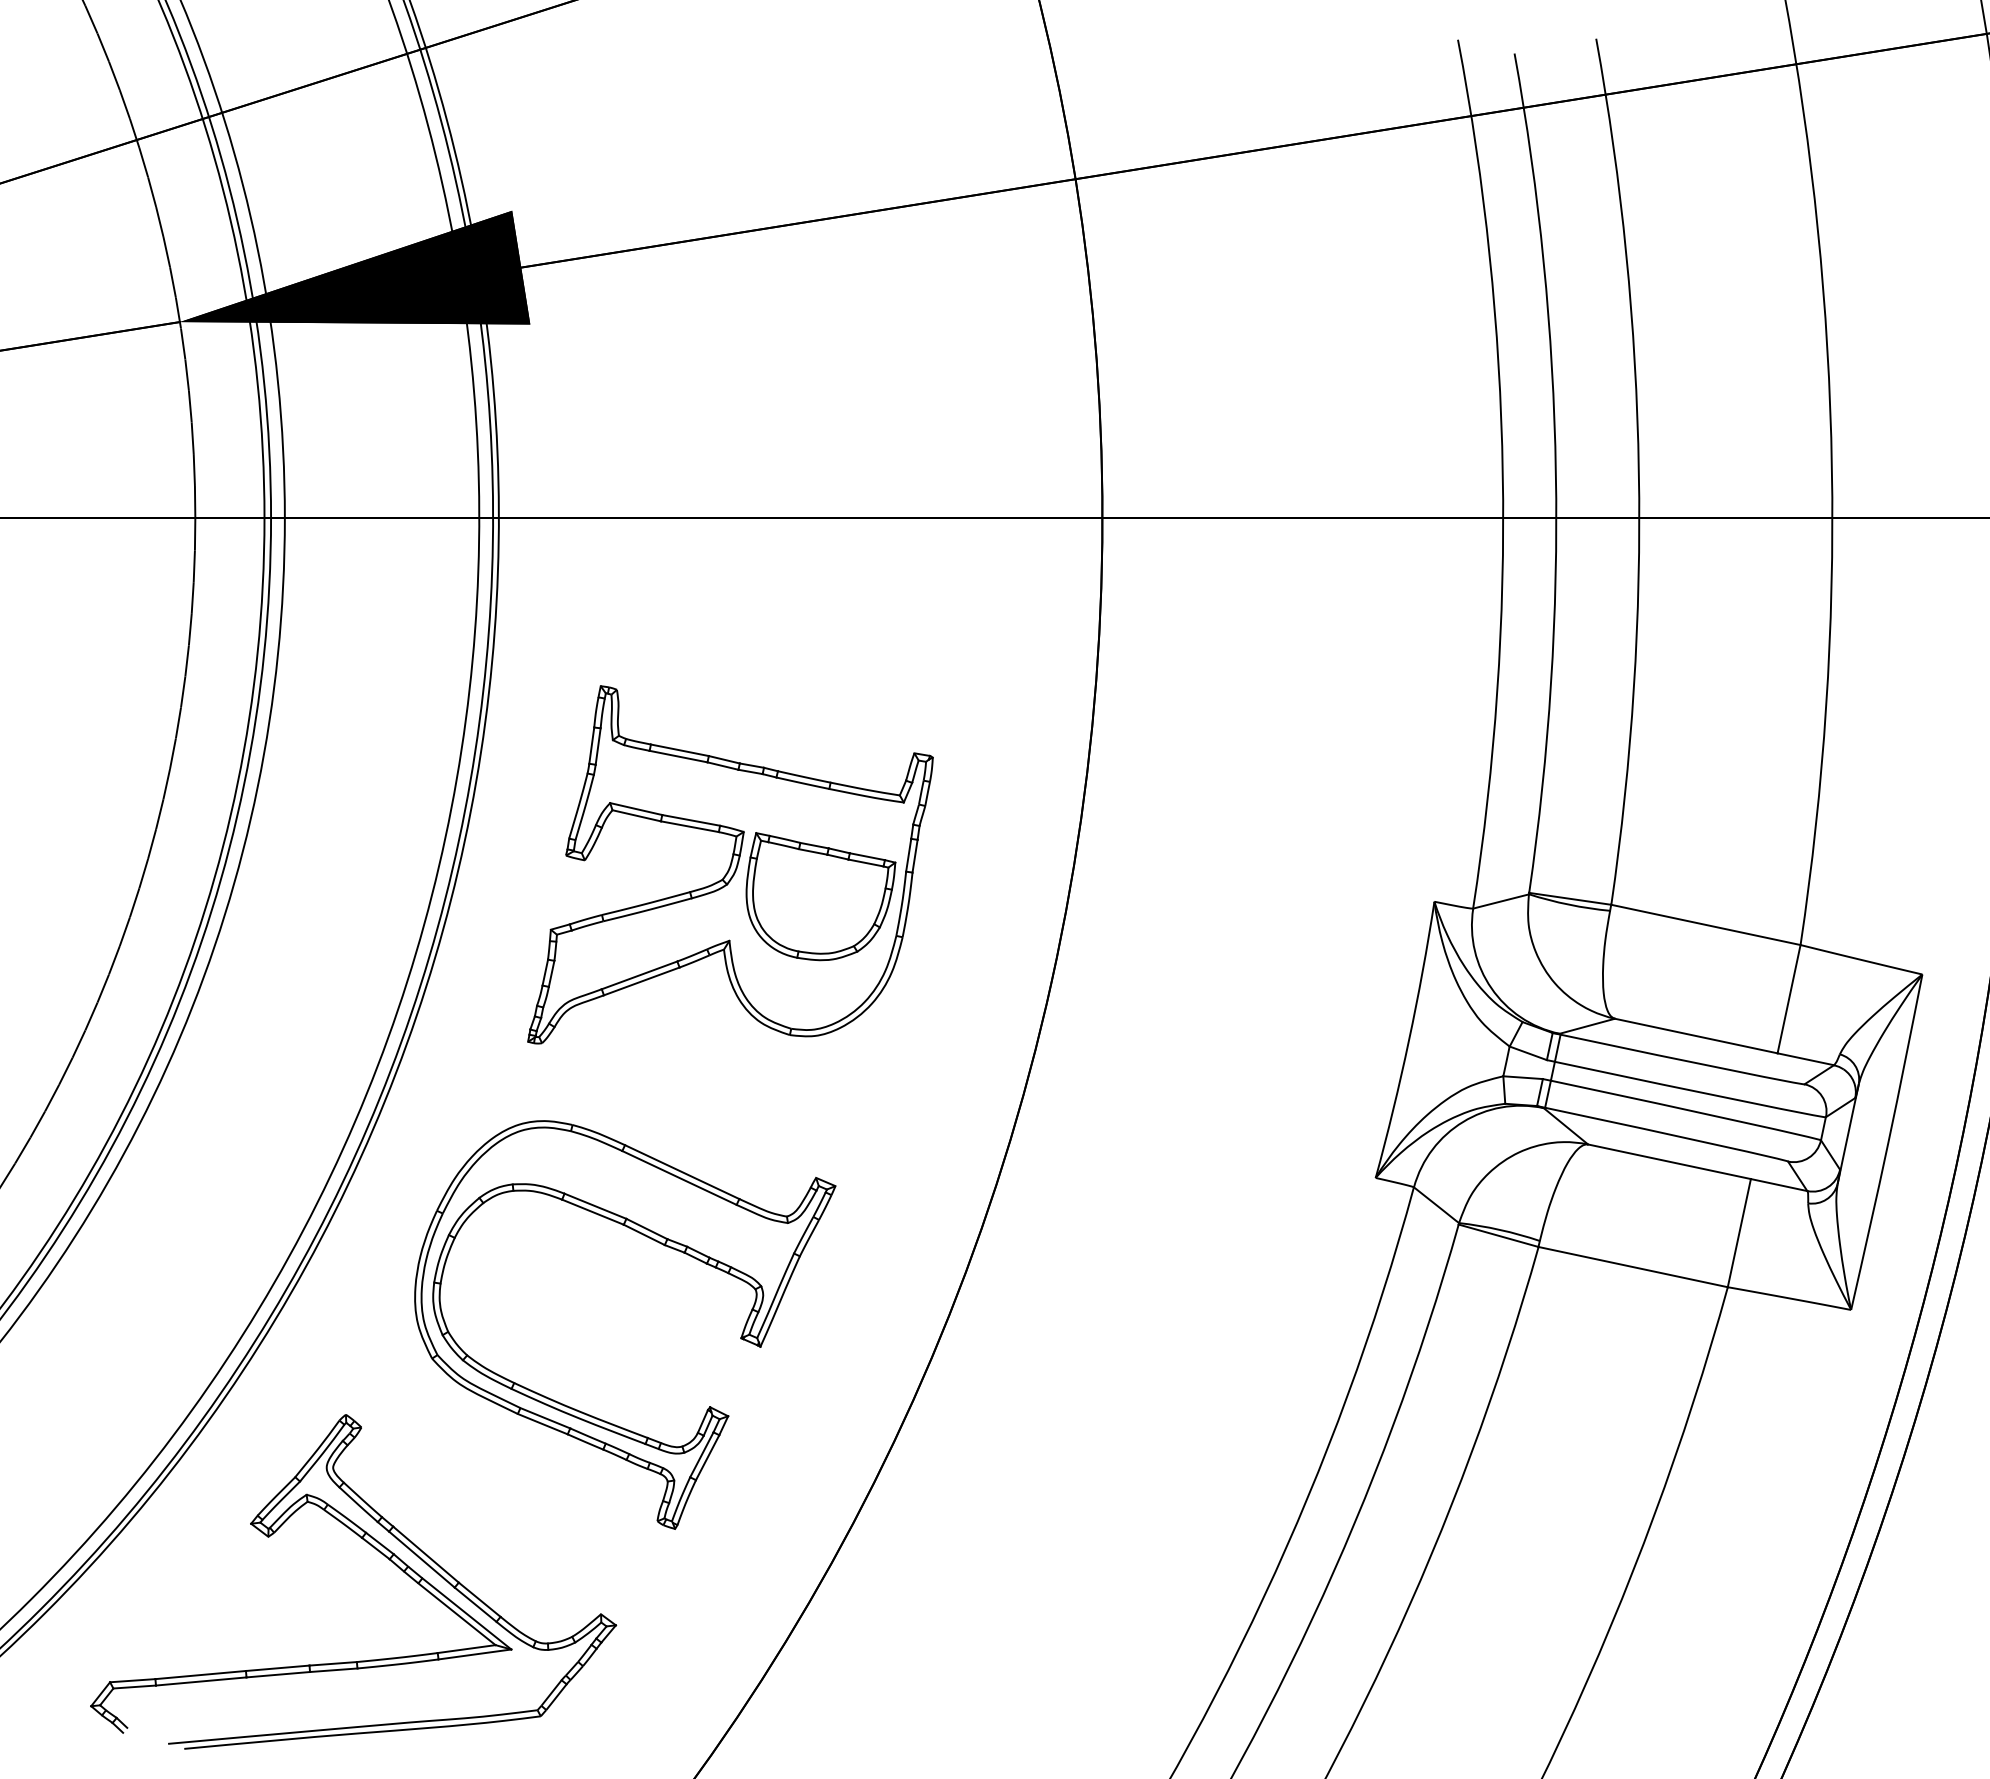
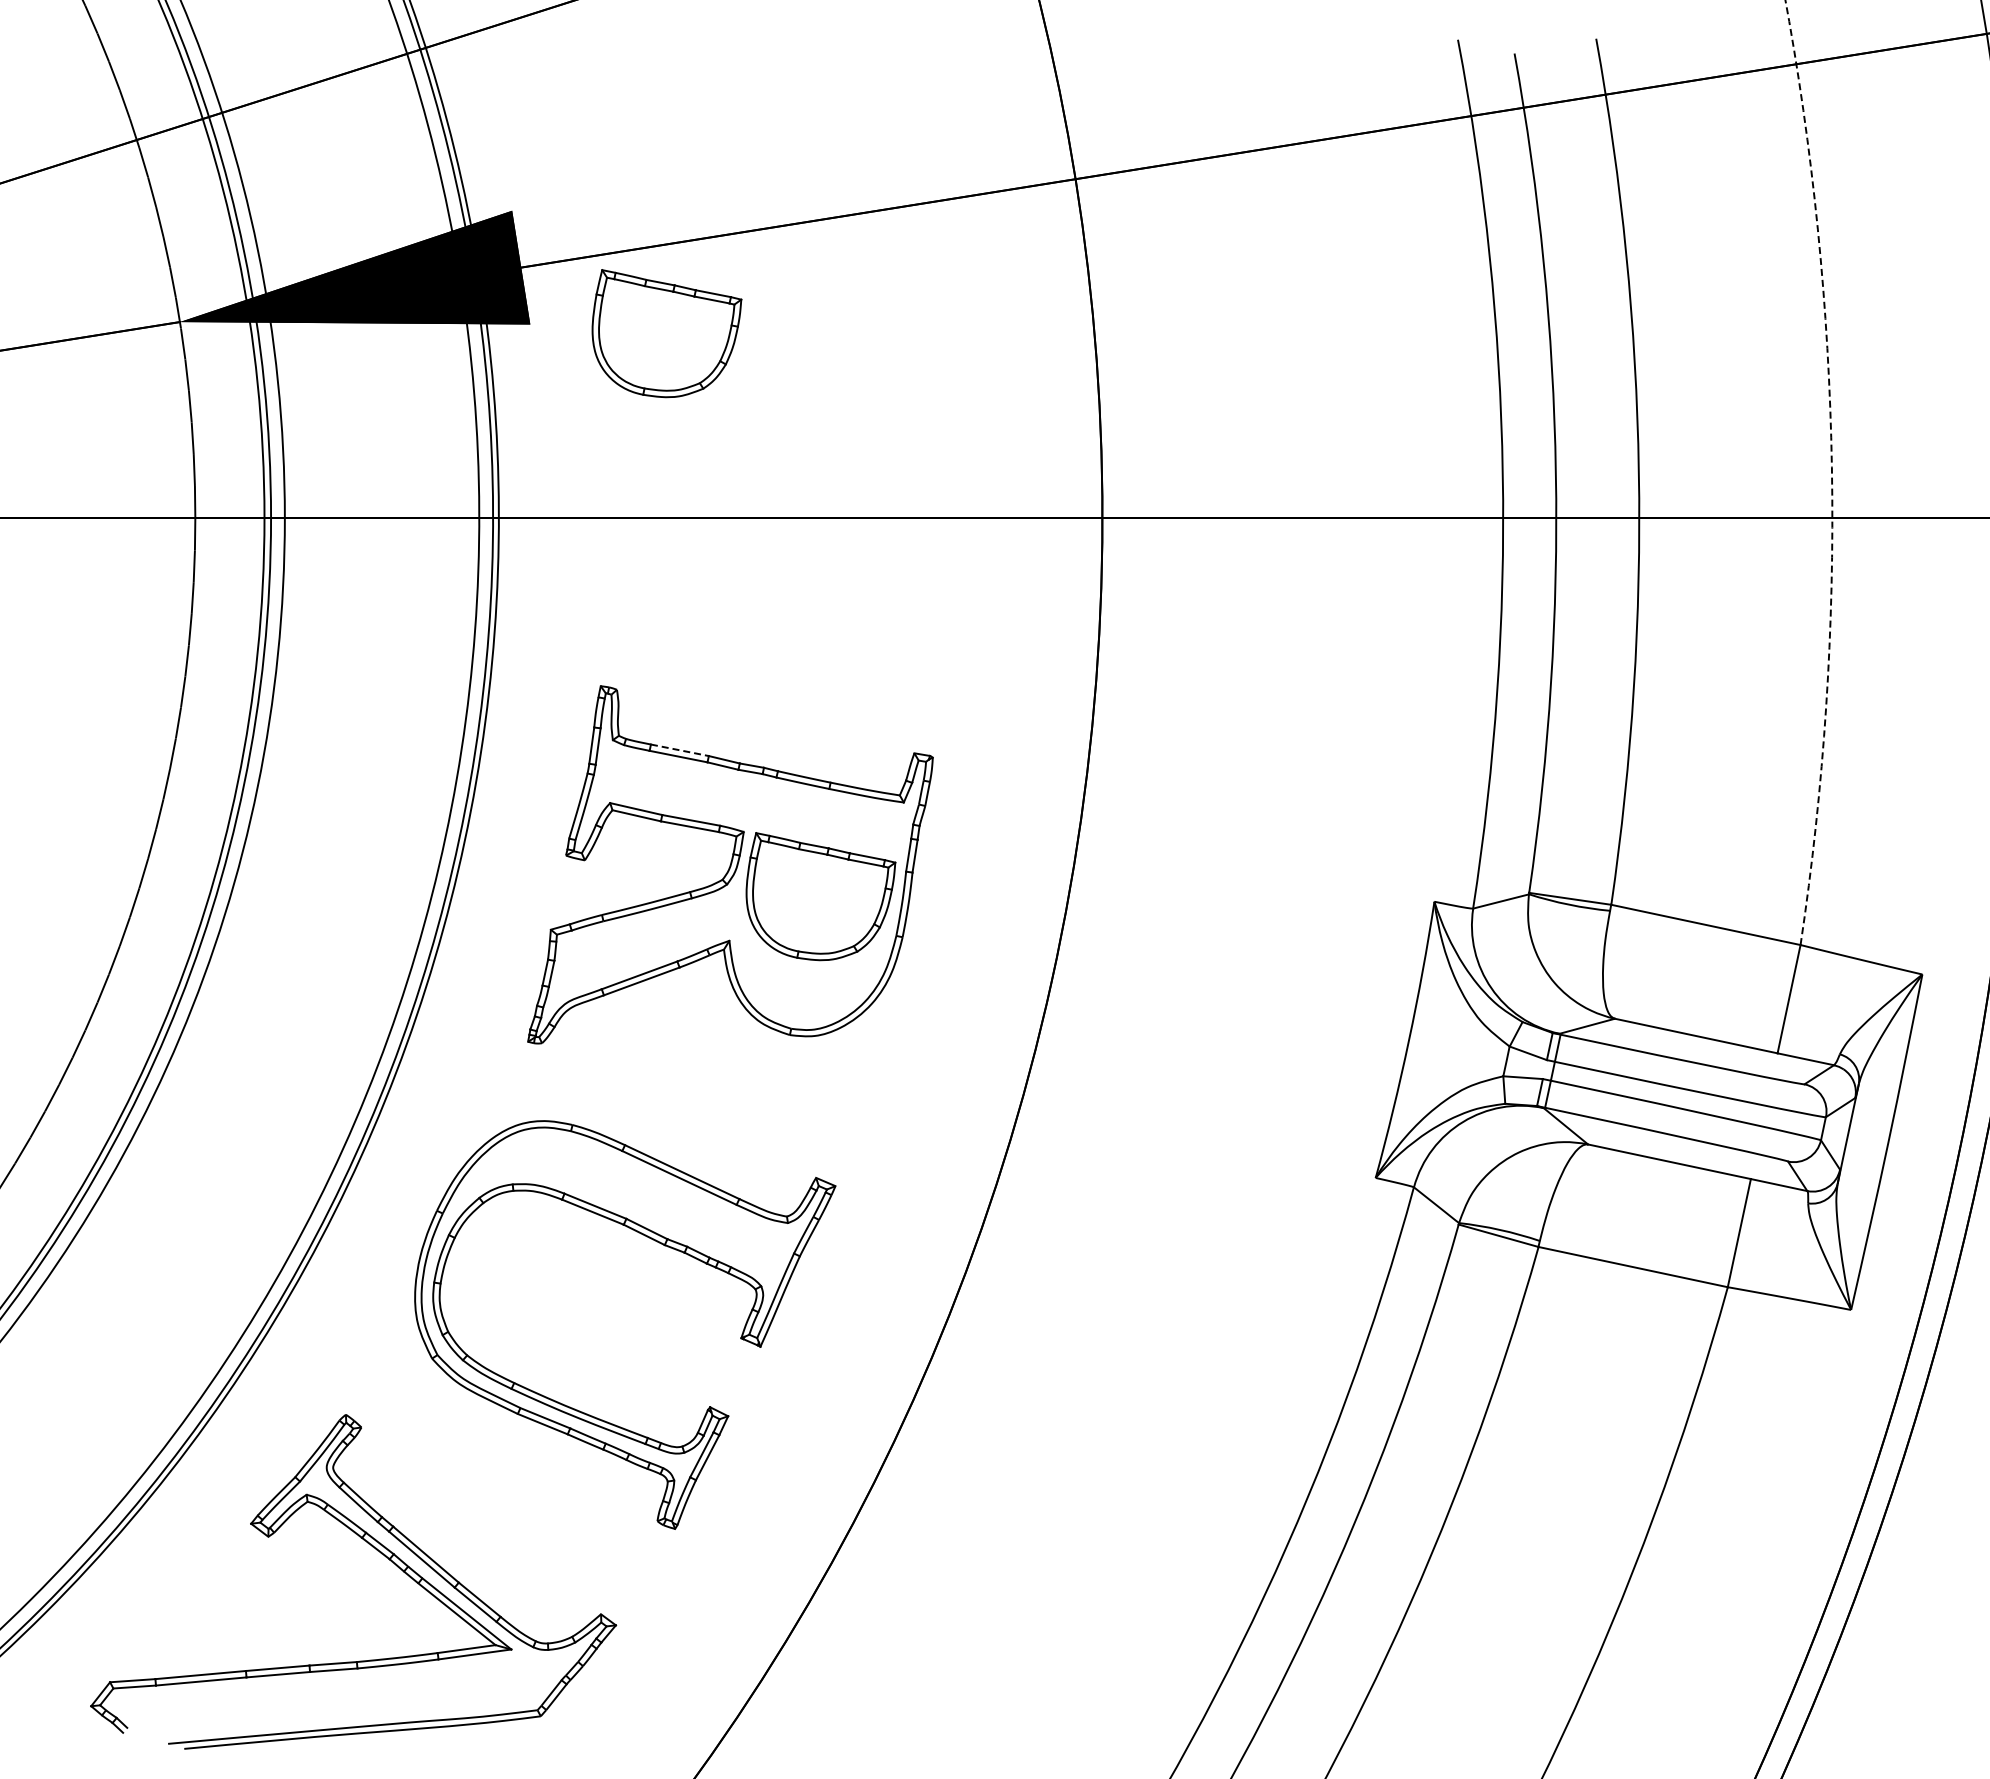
part at (666, 333): none -> present
arc at (1831, 471): solid -> dashed
line at (679, 750): solid -> dashed
